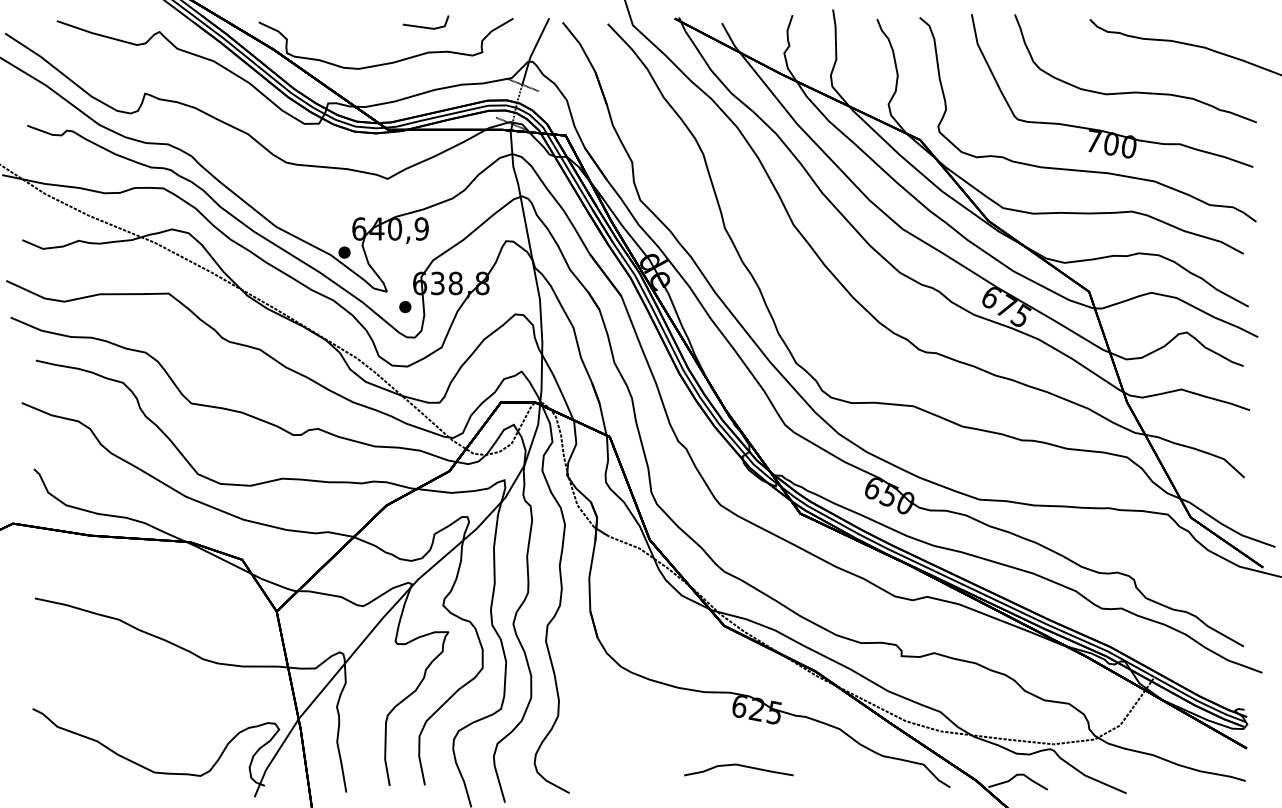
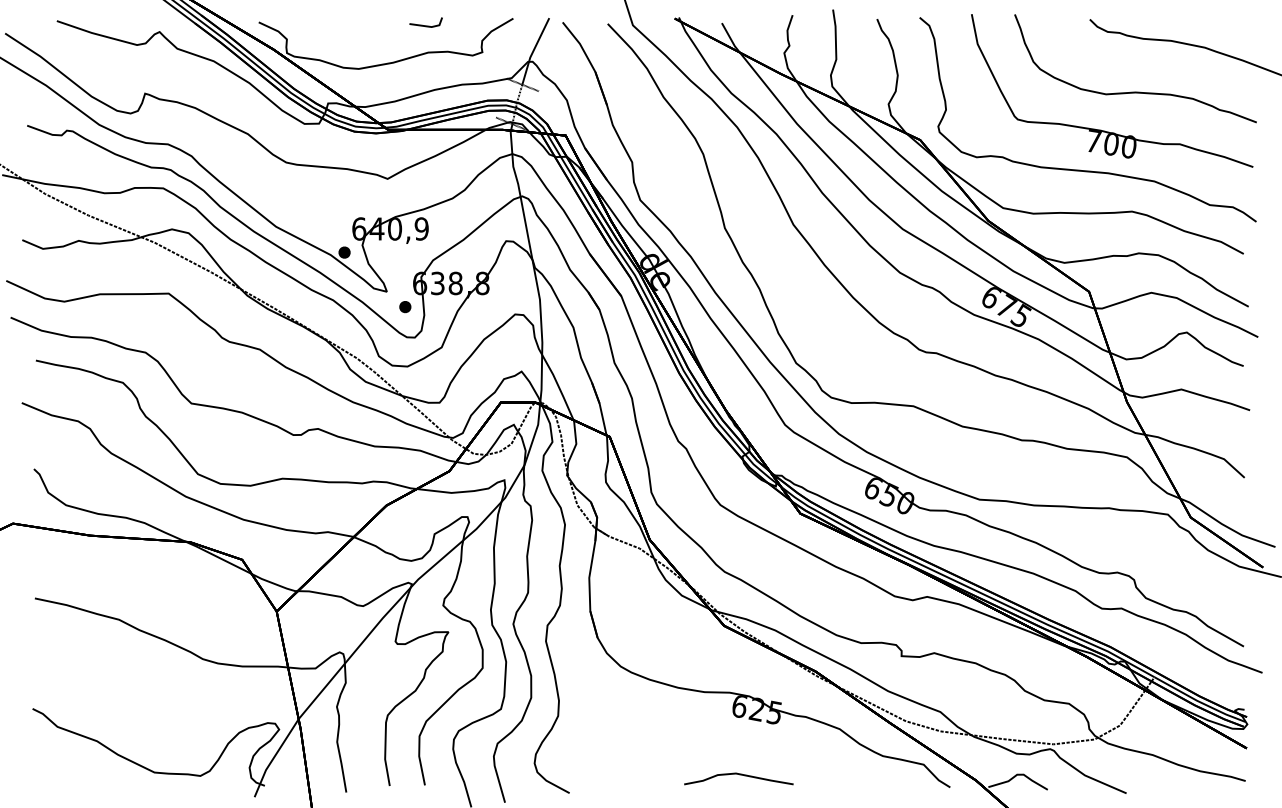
part at (425, 22) size: 48x15 px -> 34x11 px
part at (738, 769) position: (738, 769) -> (738, 778)
